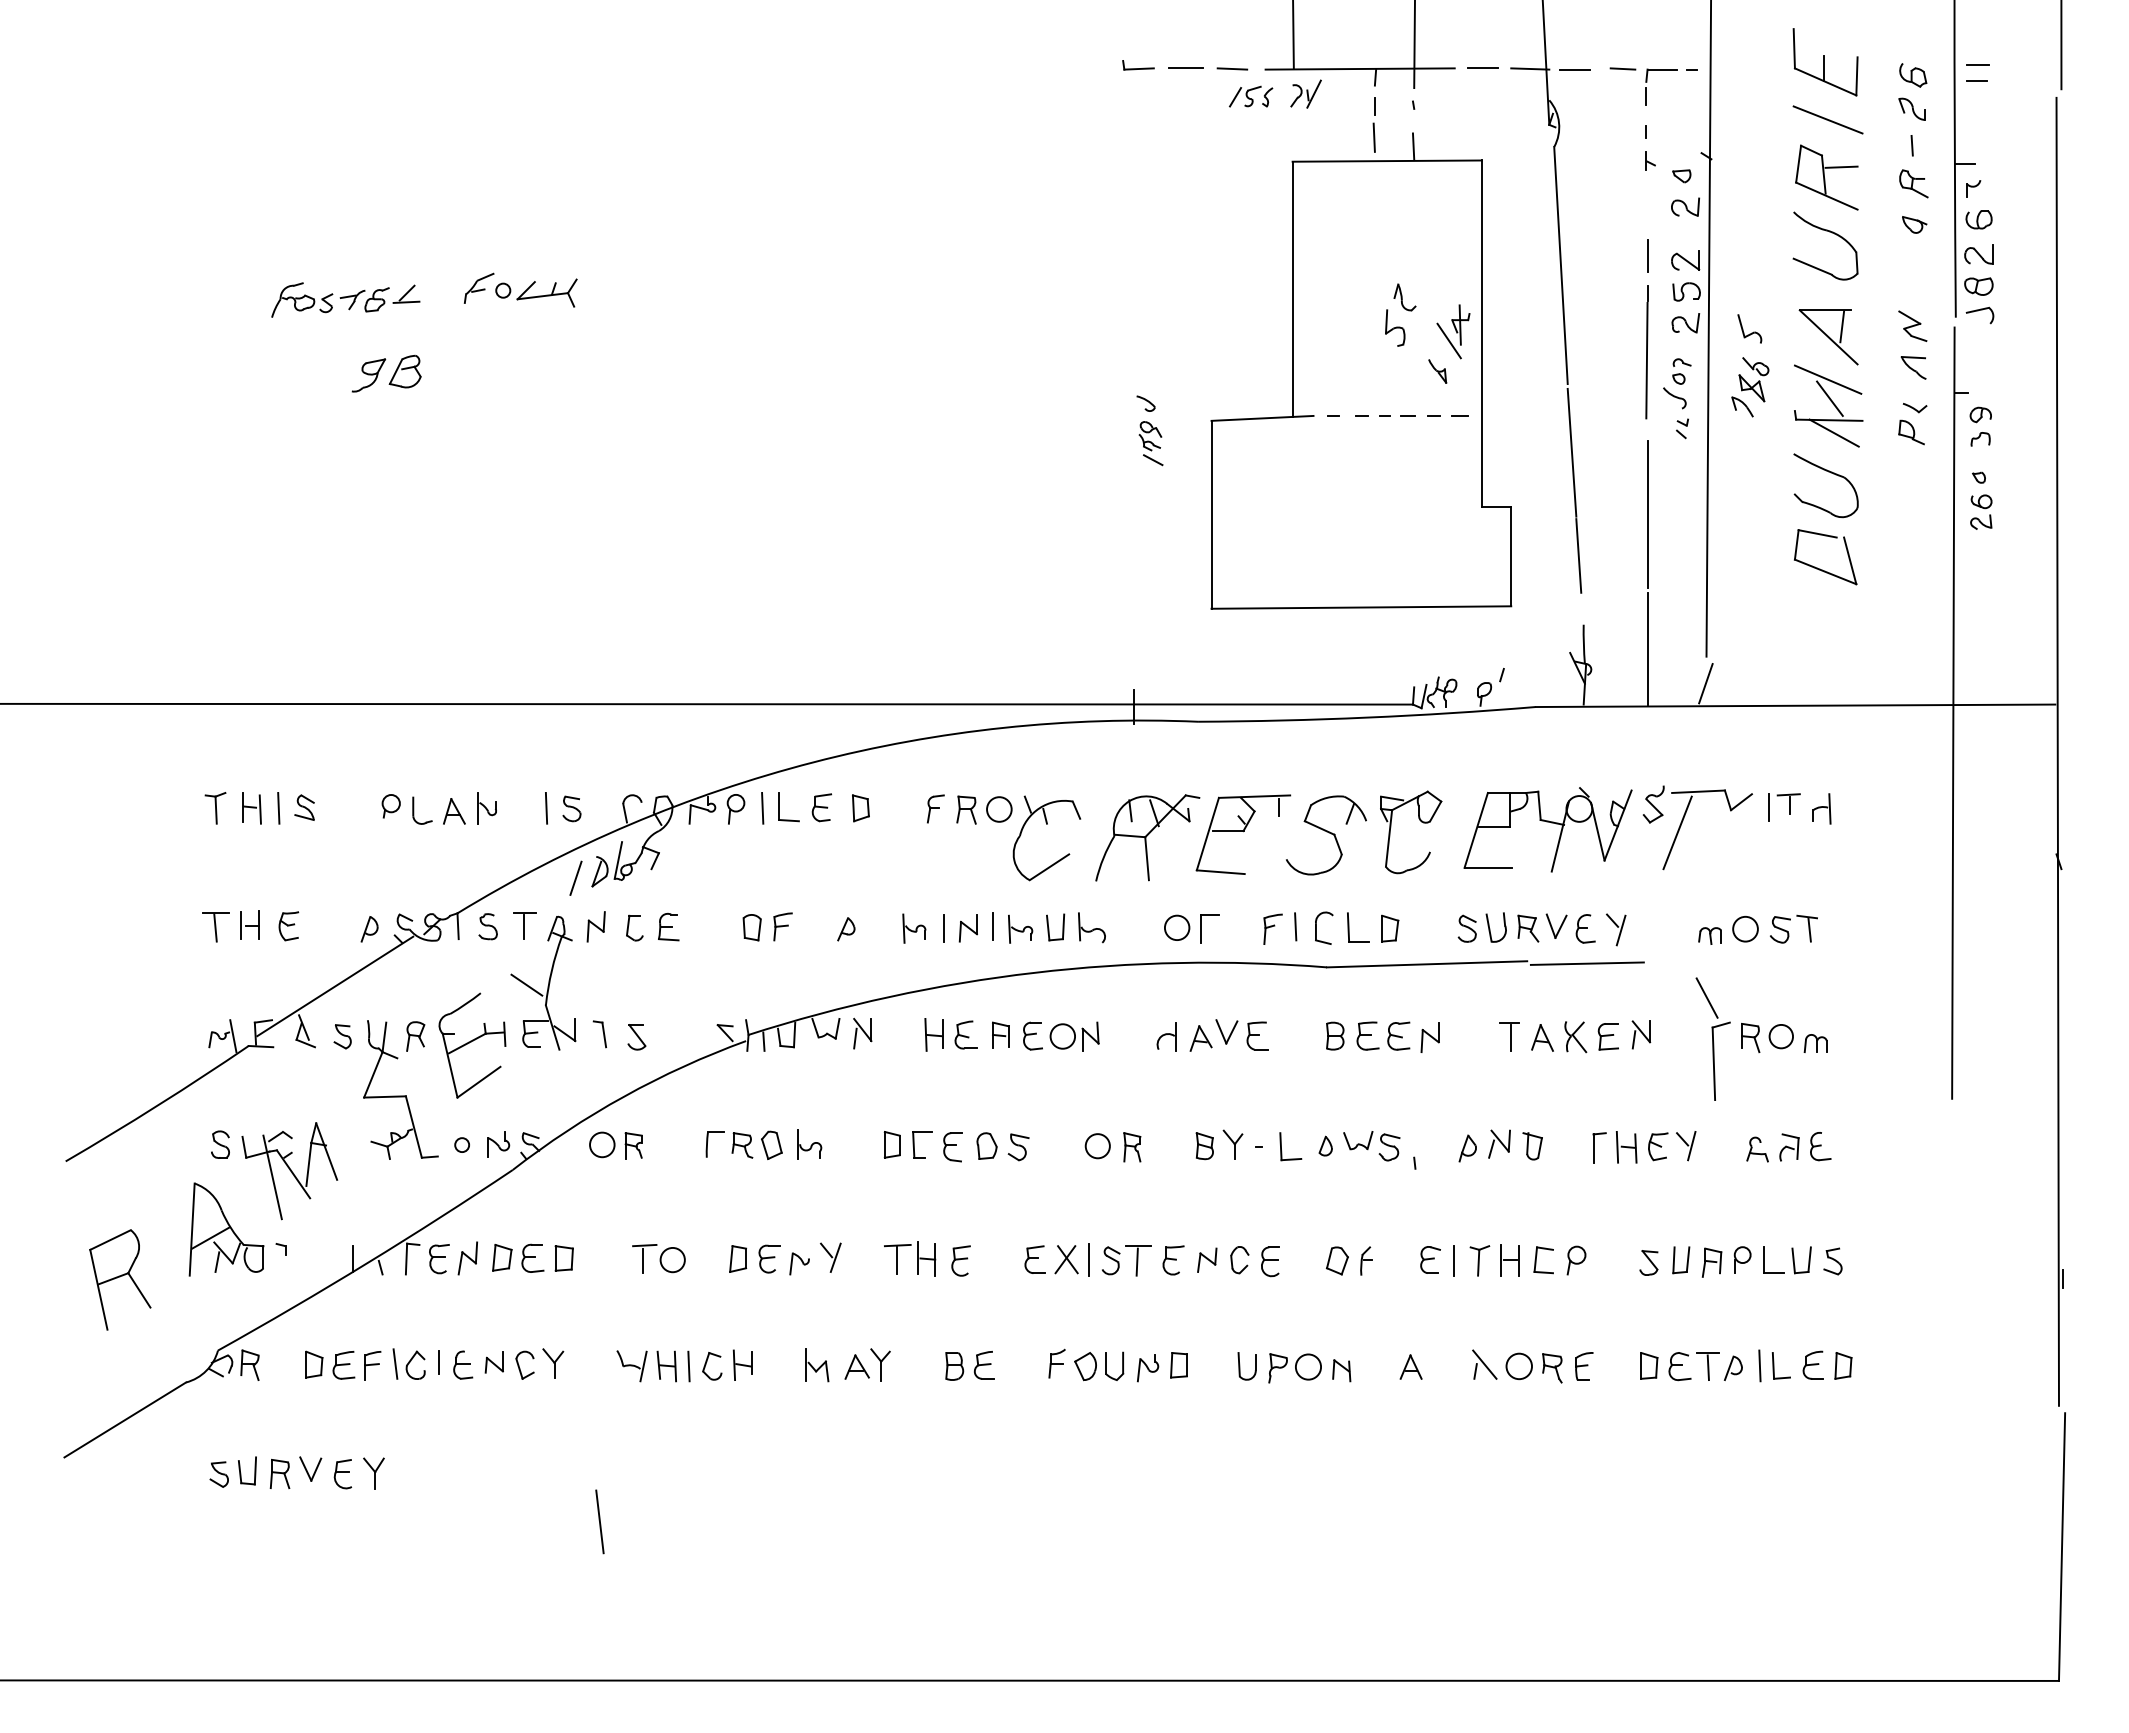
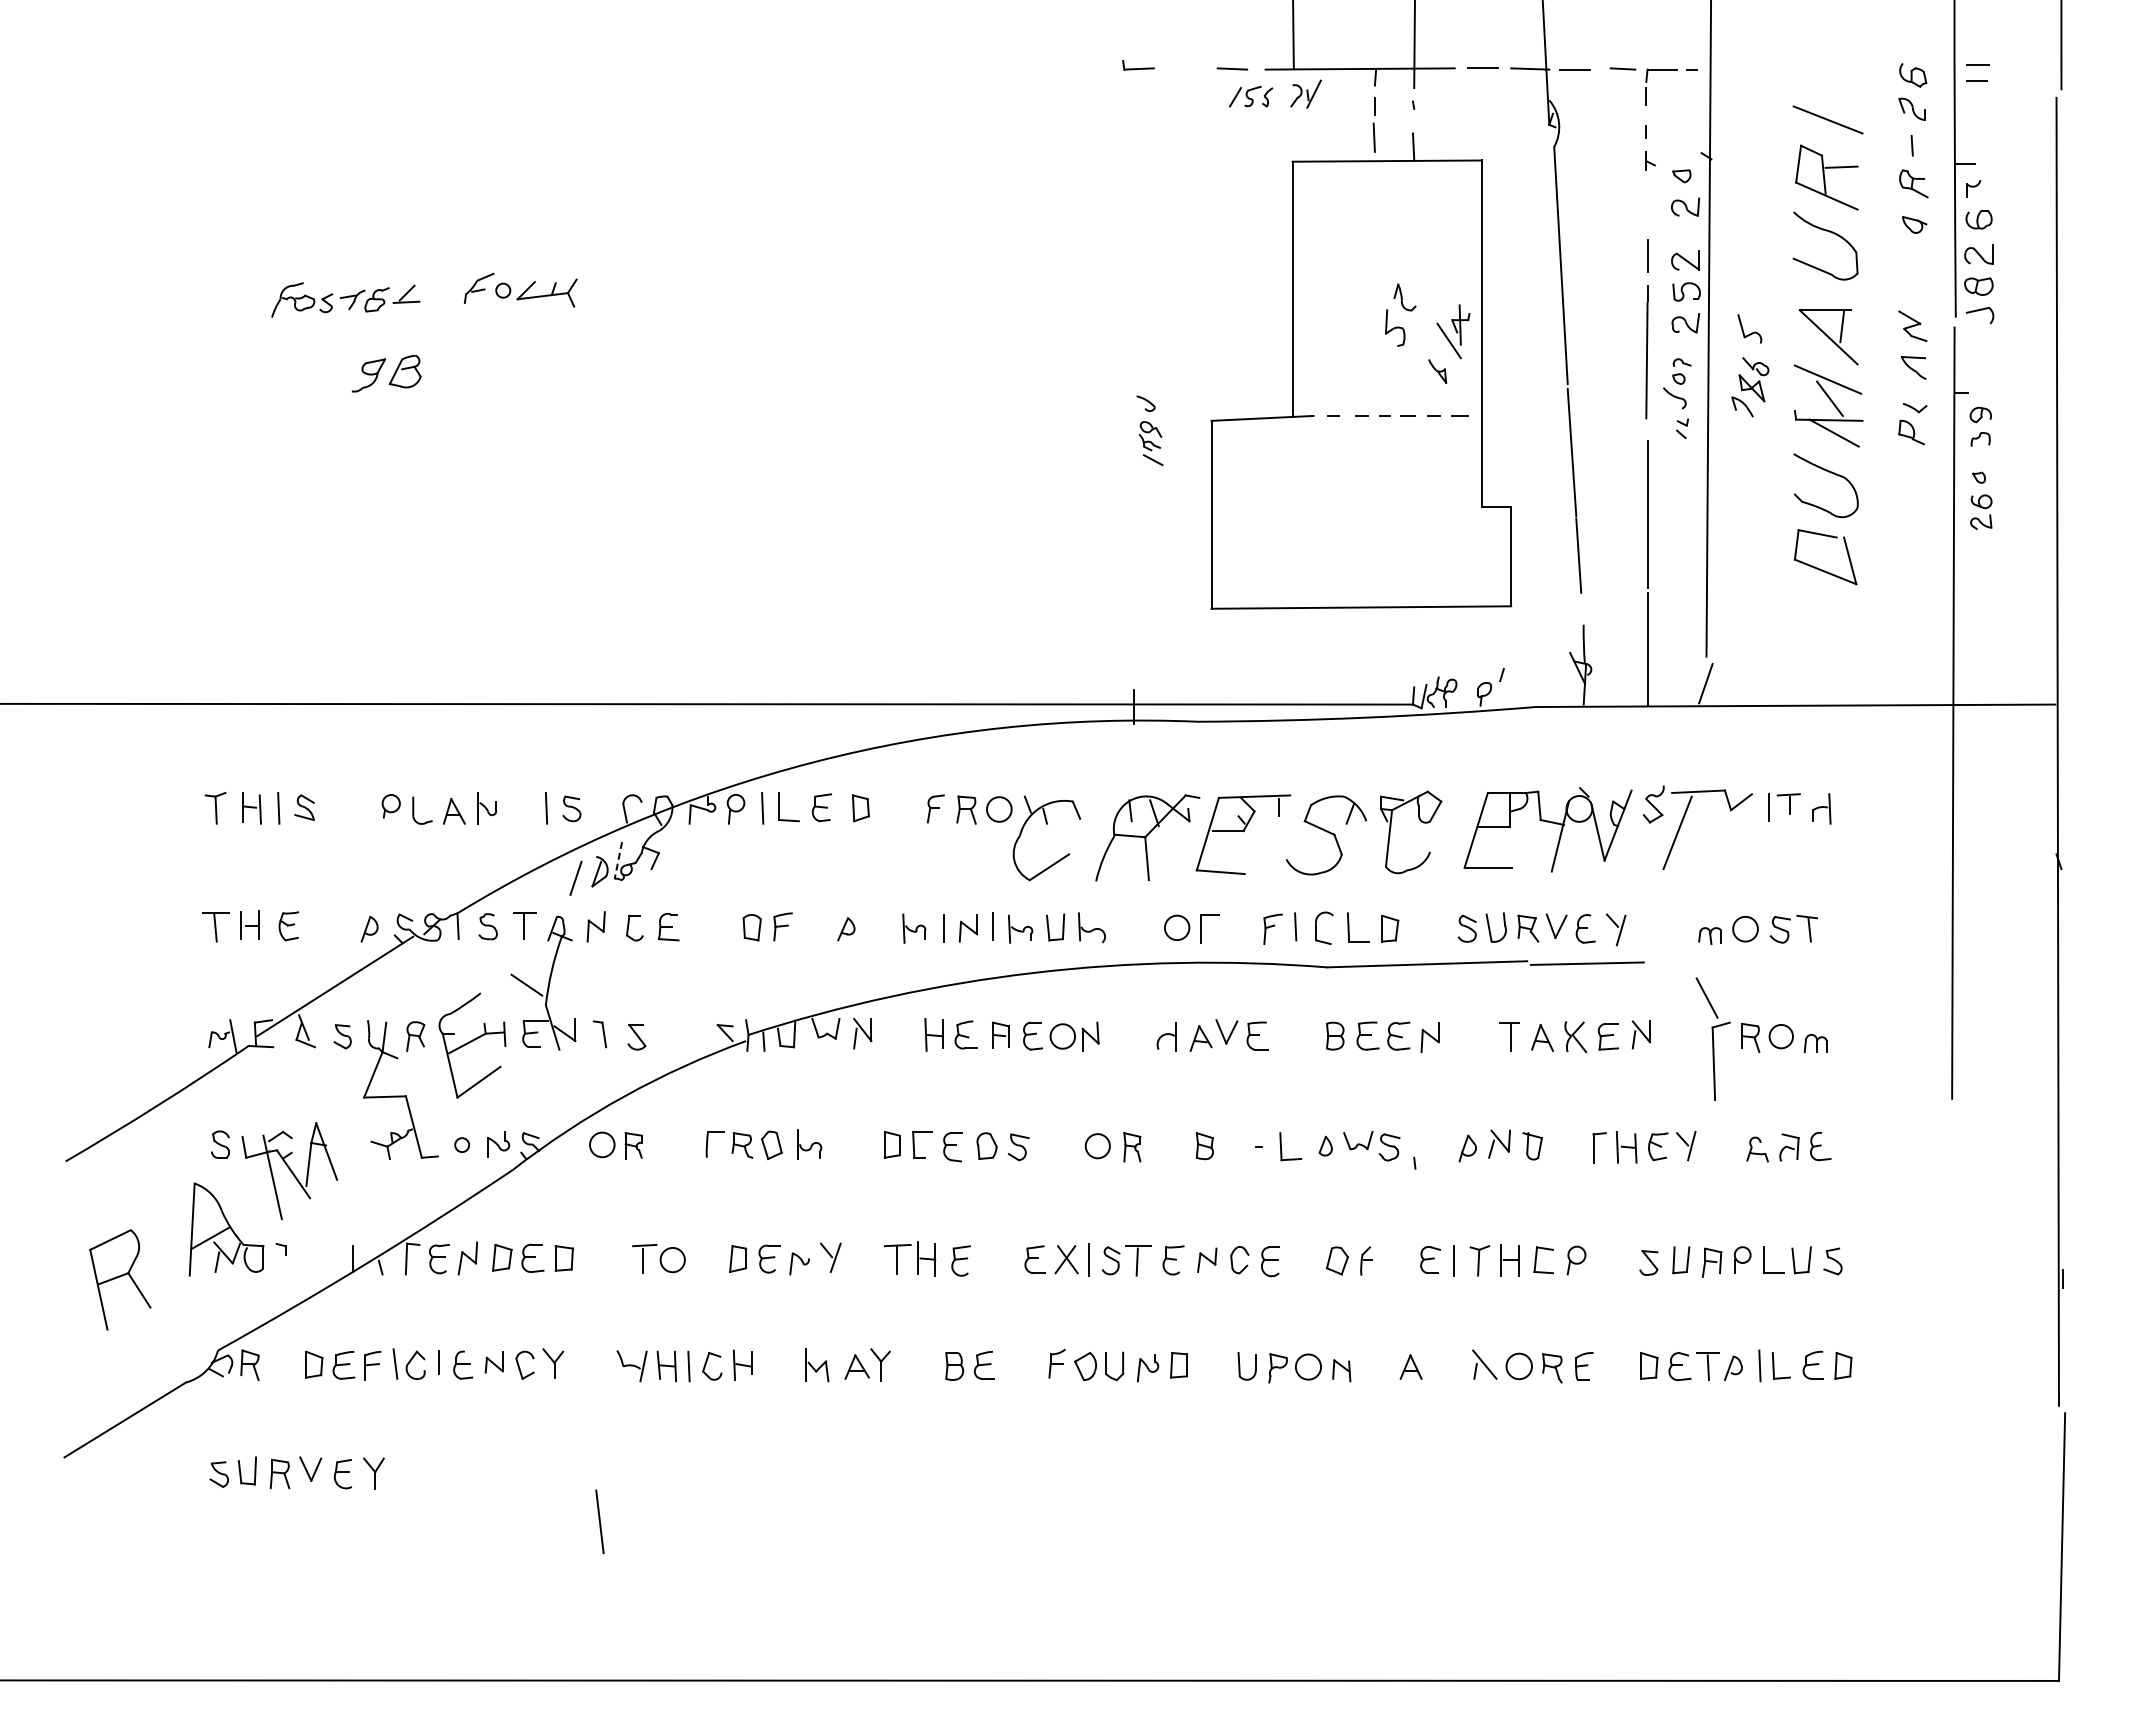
part at (1825, 62): present -> none
line at (1185, 68): present -> none
line at (618, 860): solid -> dashed
part at (1232, 1144): present -> none
